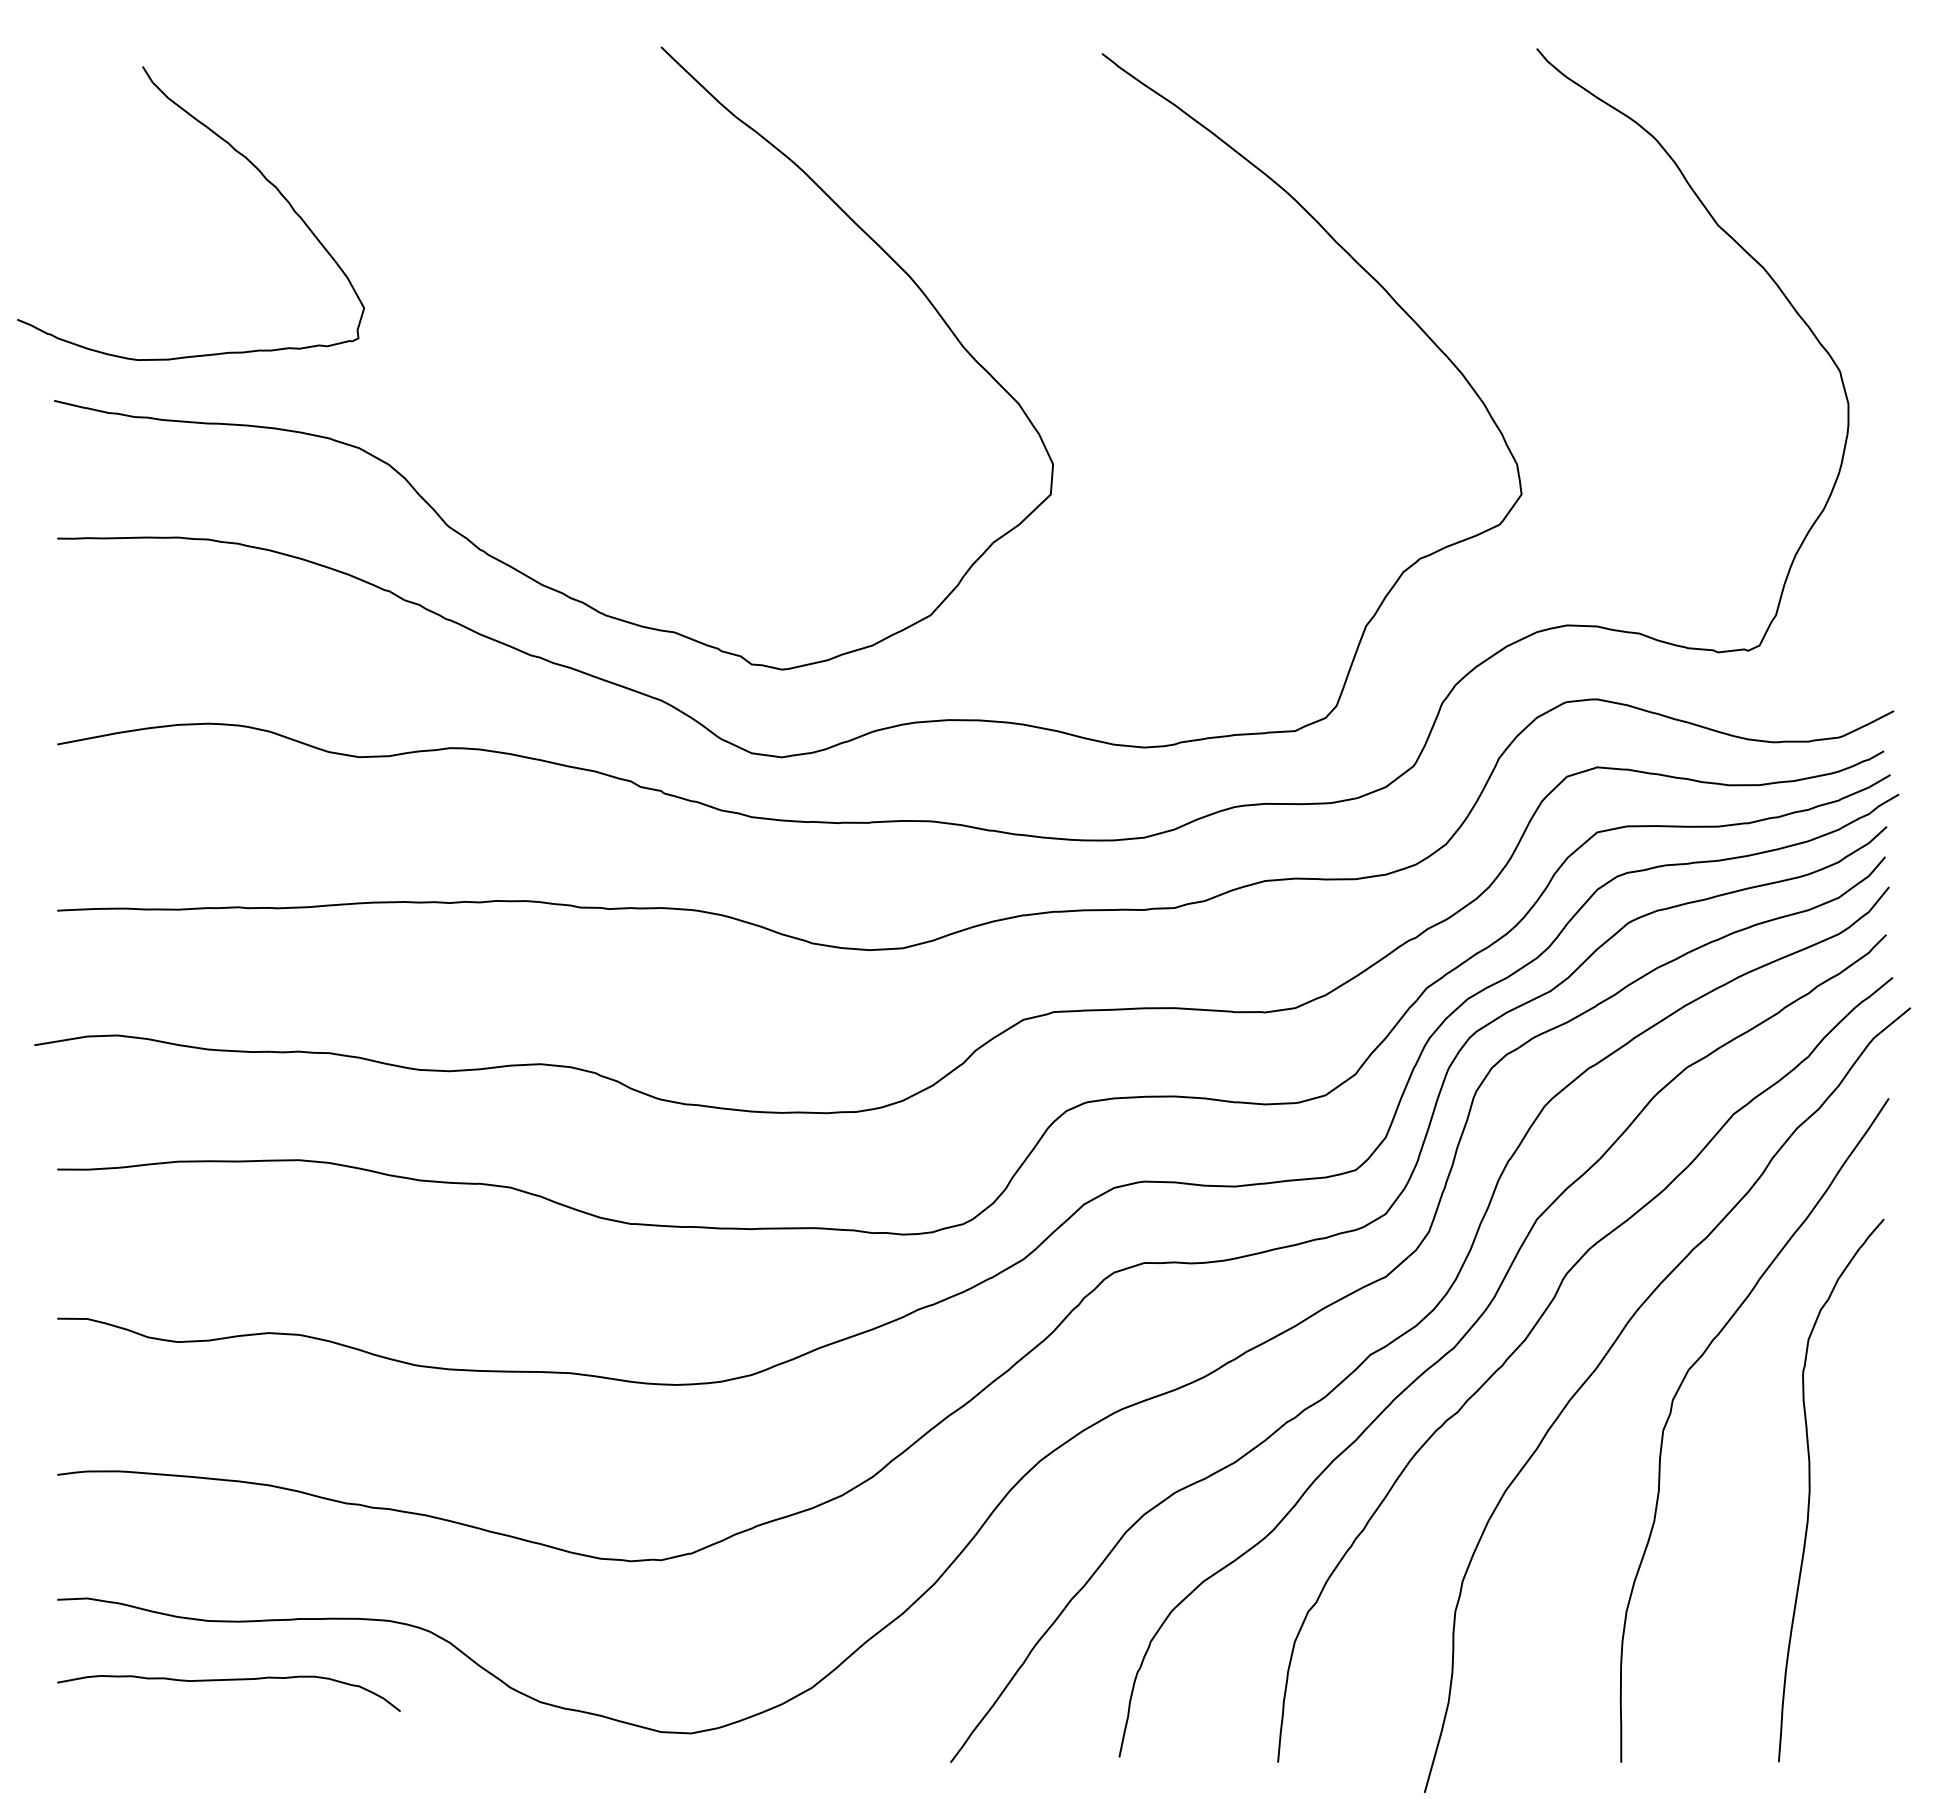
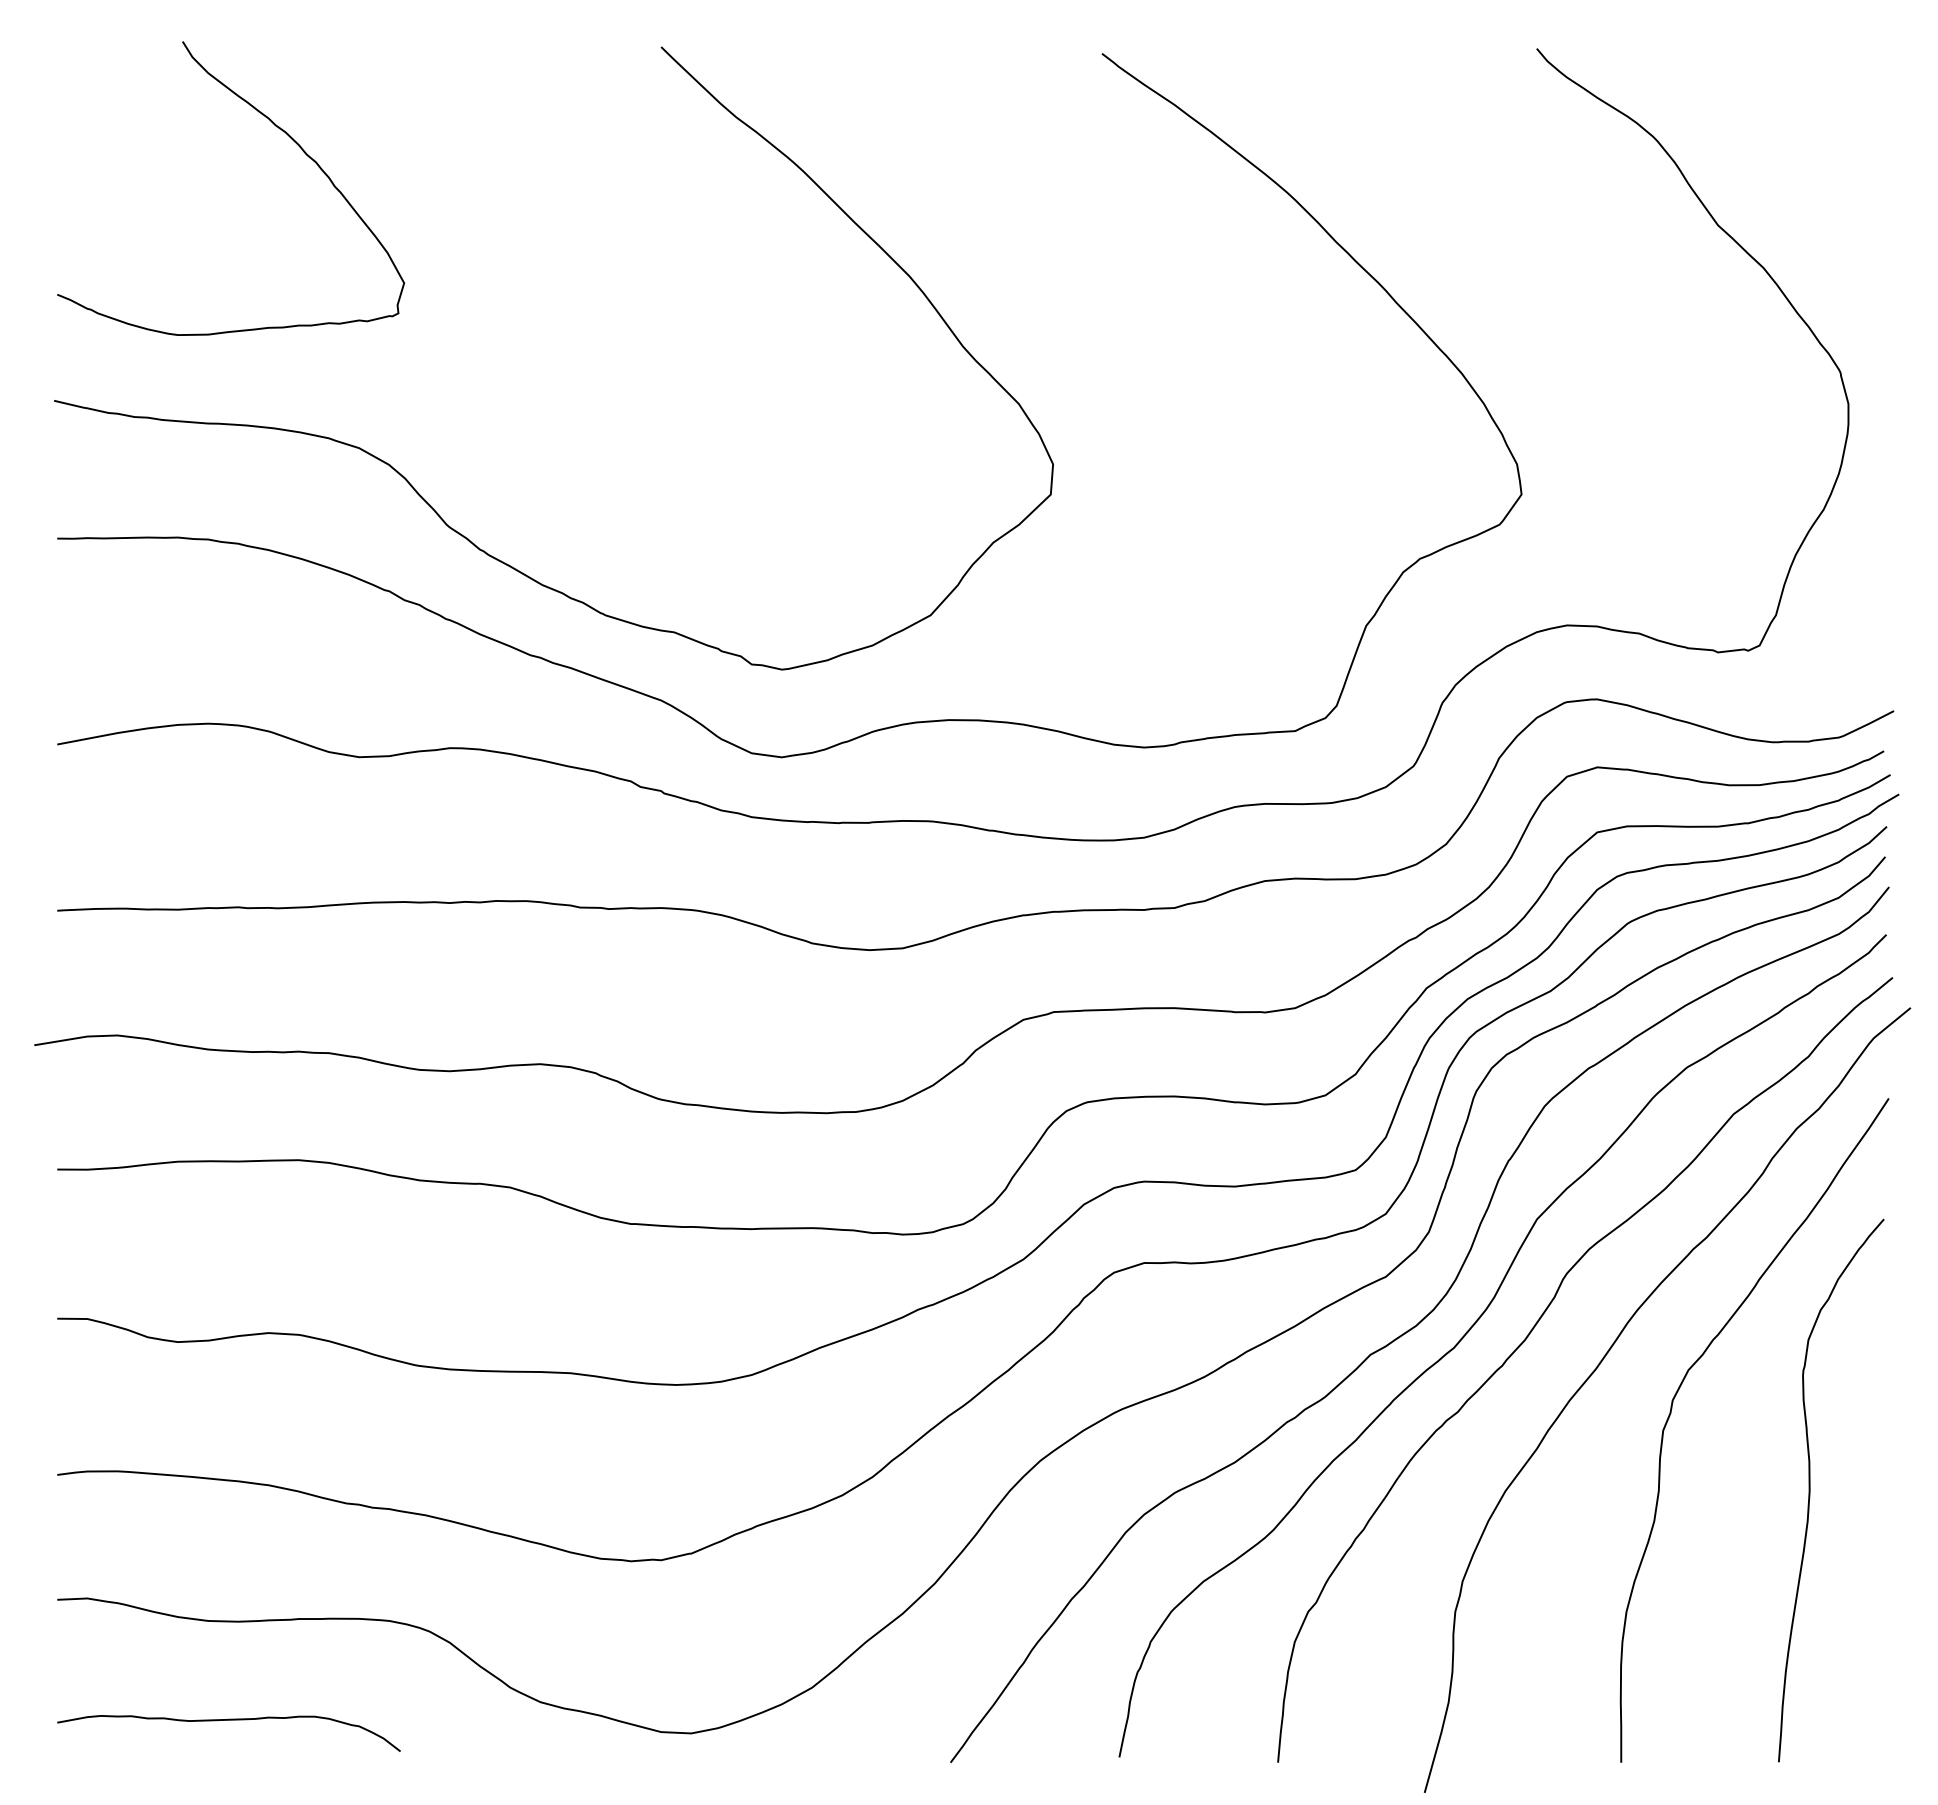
curve at (235, 151) position: (235, 151) -> (275, 126)
curve at (228, 1680) position: (228, 1680) -> (228, 1720)
